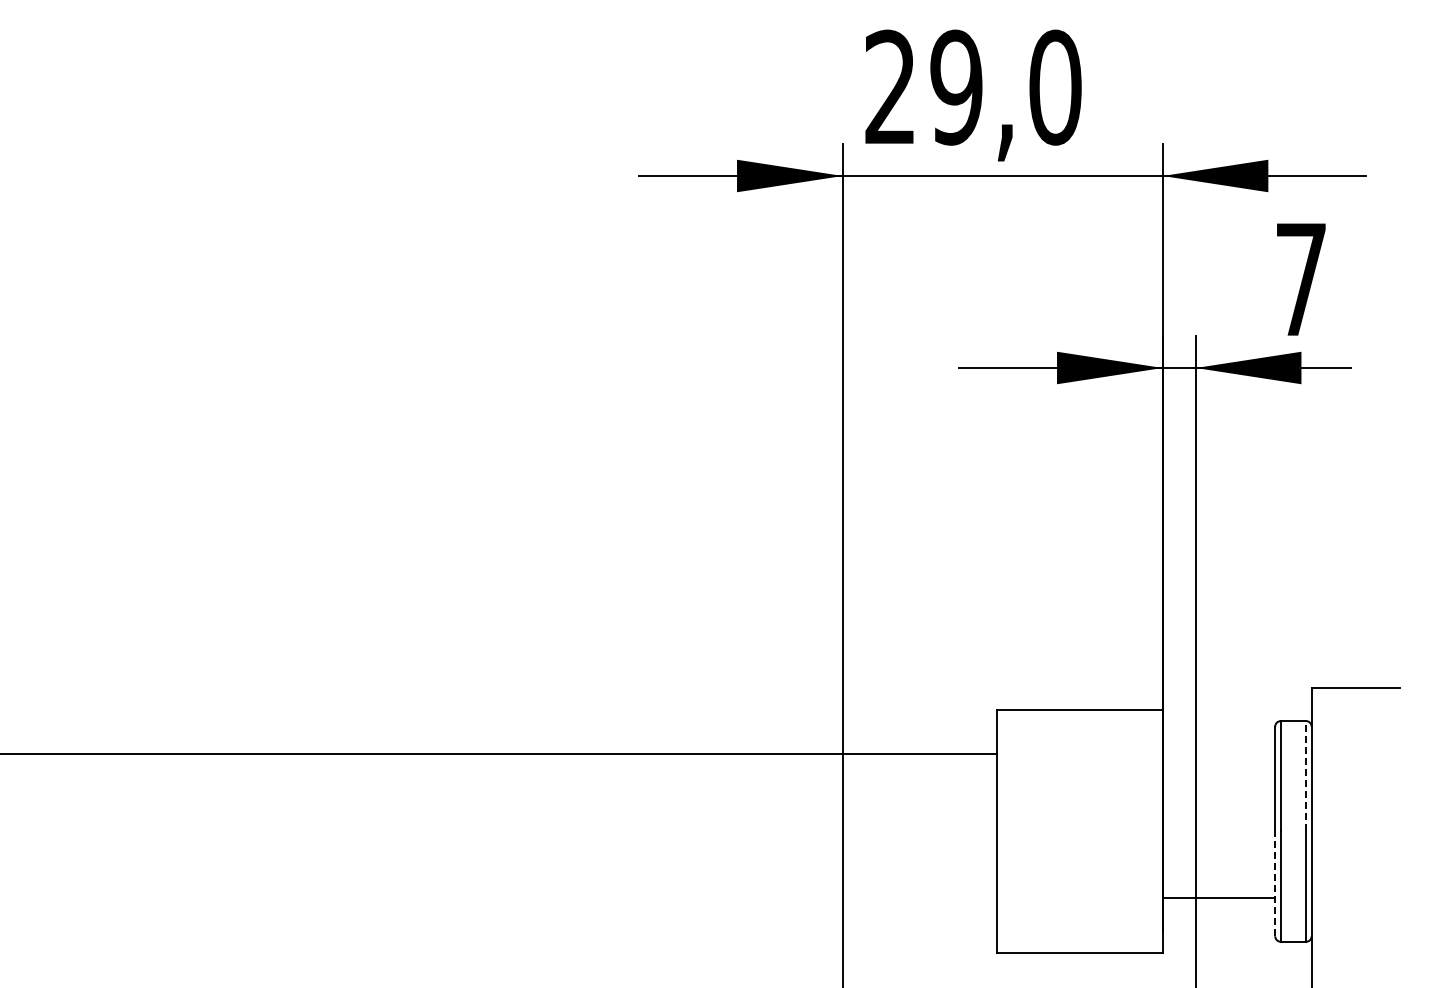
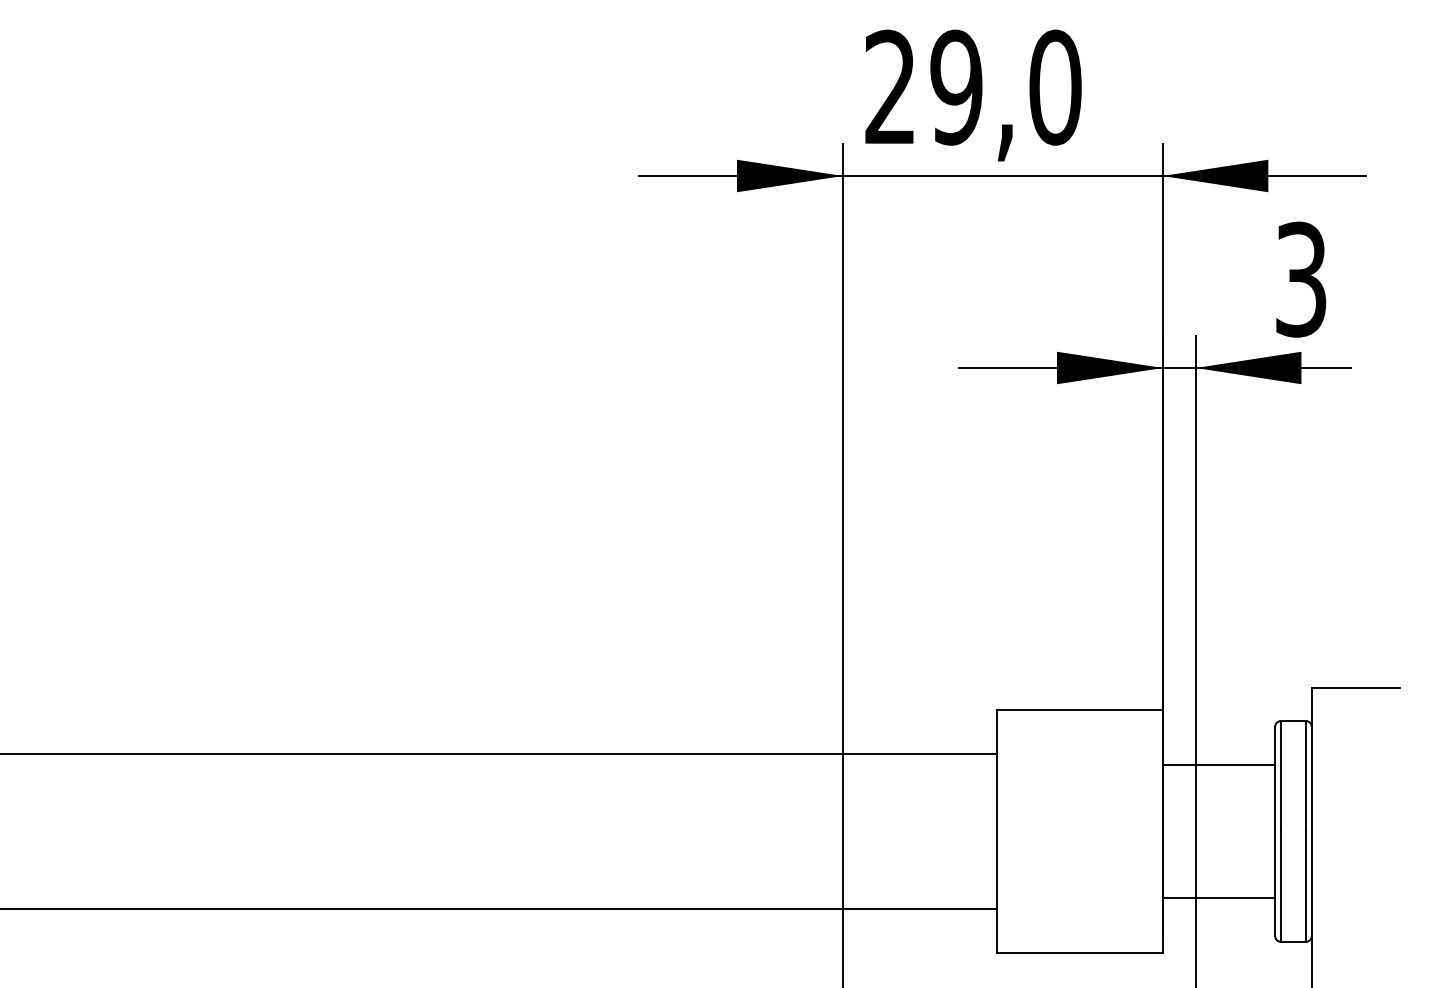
text at (1301, 279): 7 -> 3
line at (1218, 765): none -> present
line at (1306, 775): dashed -> solid
line at (1275, 883): dashed -> solid
line at (499, 908): none -> present
